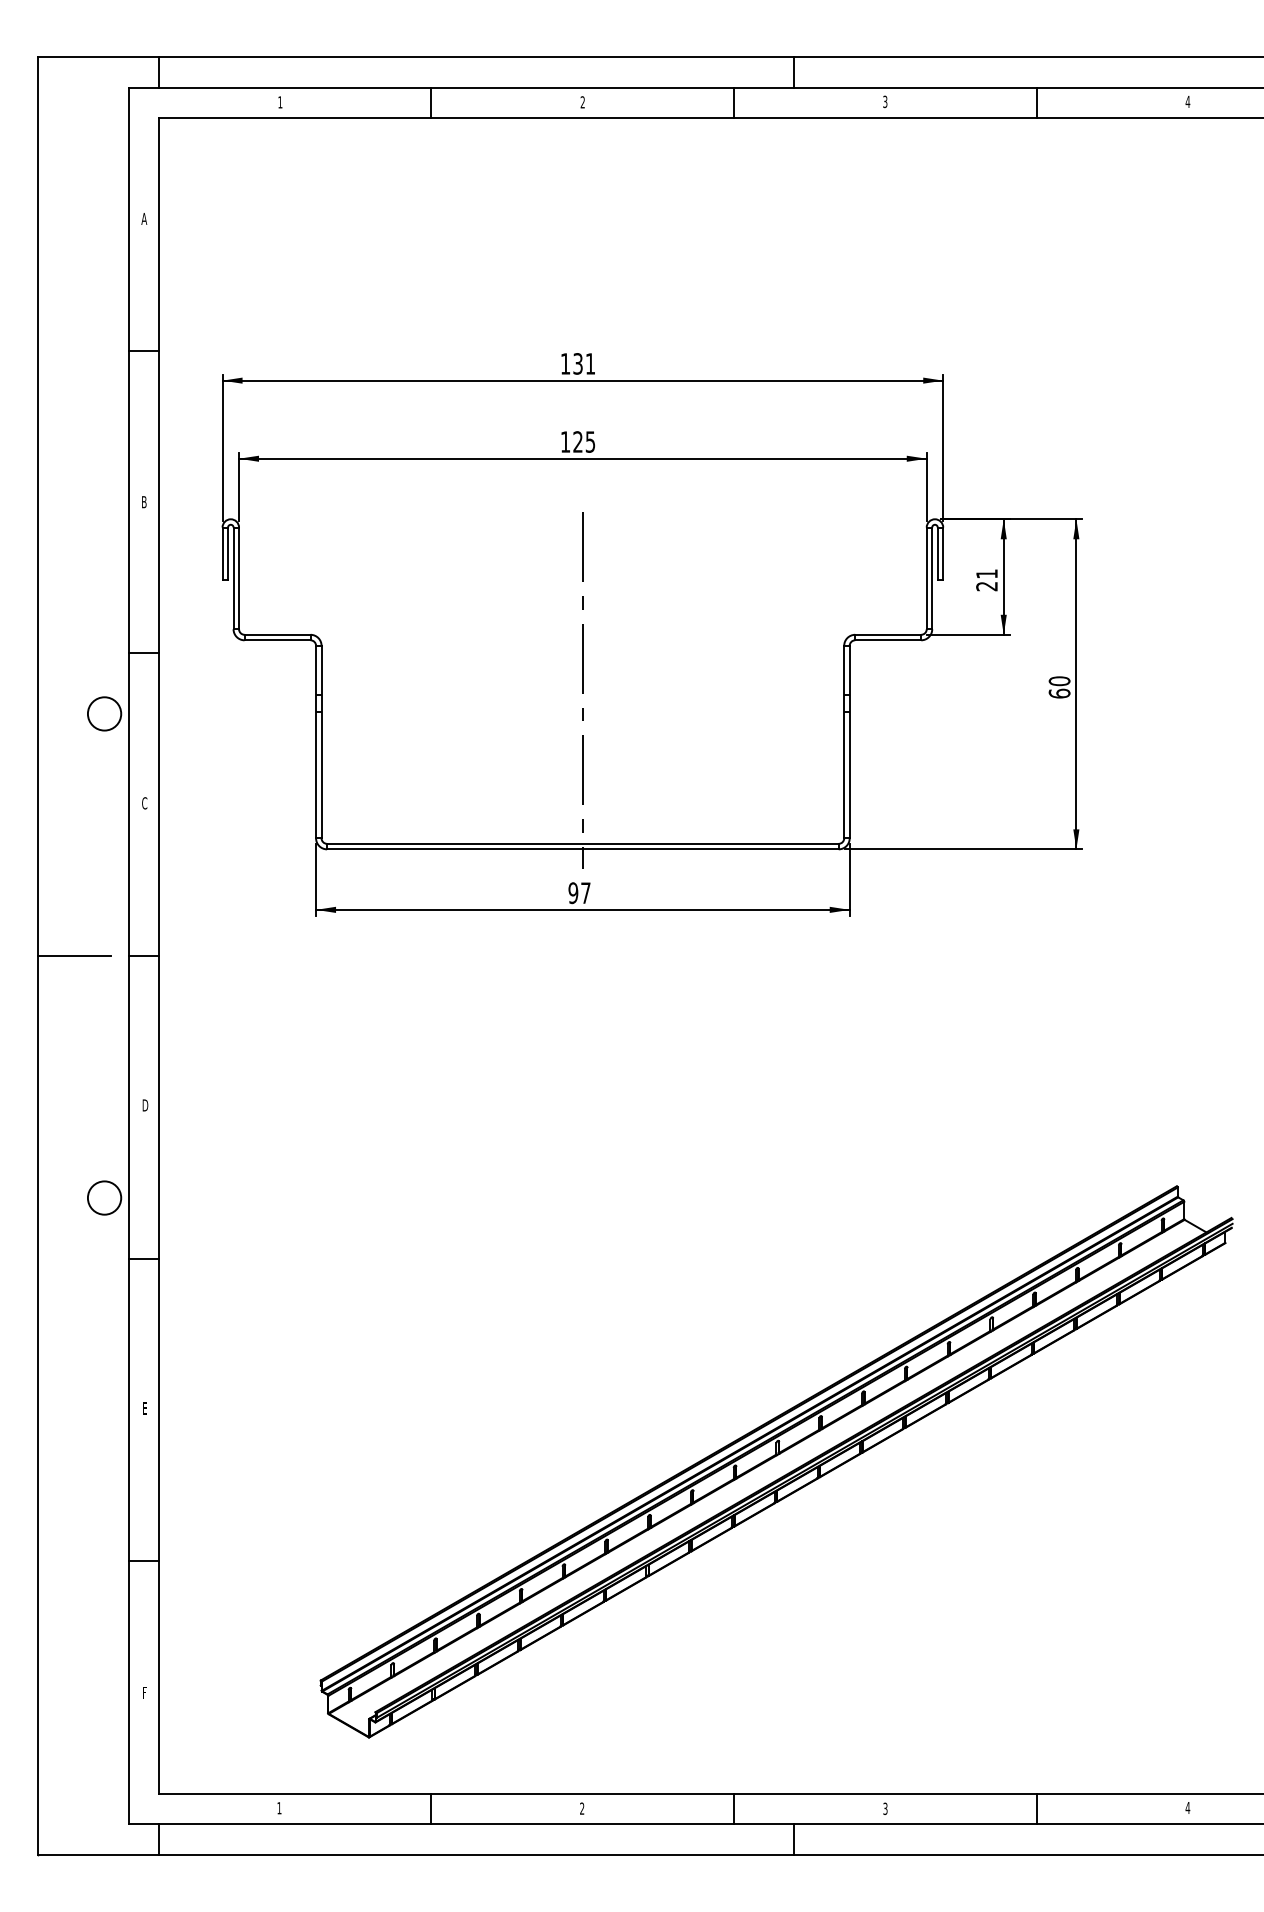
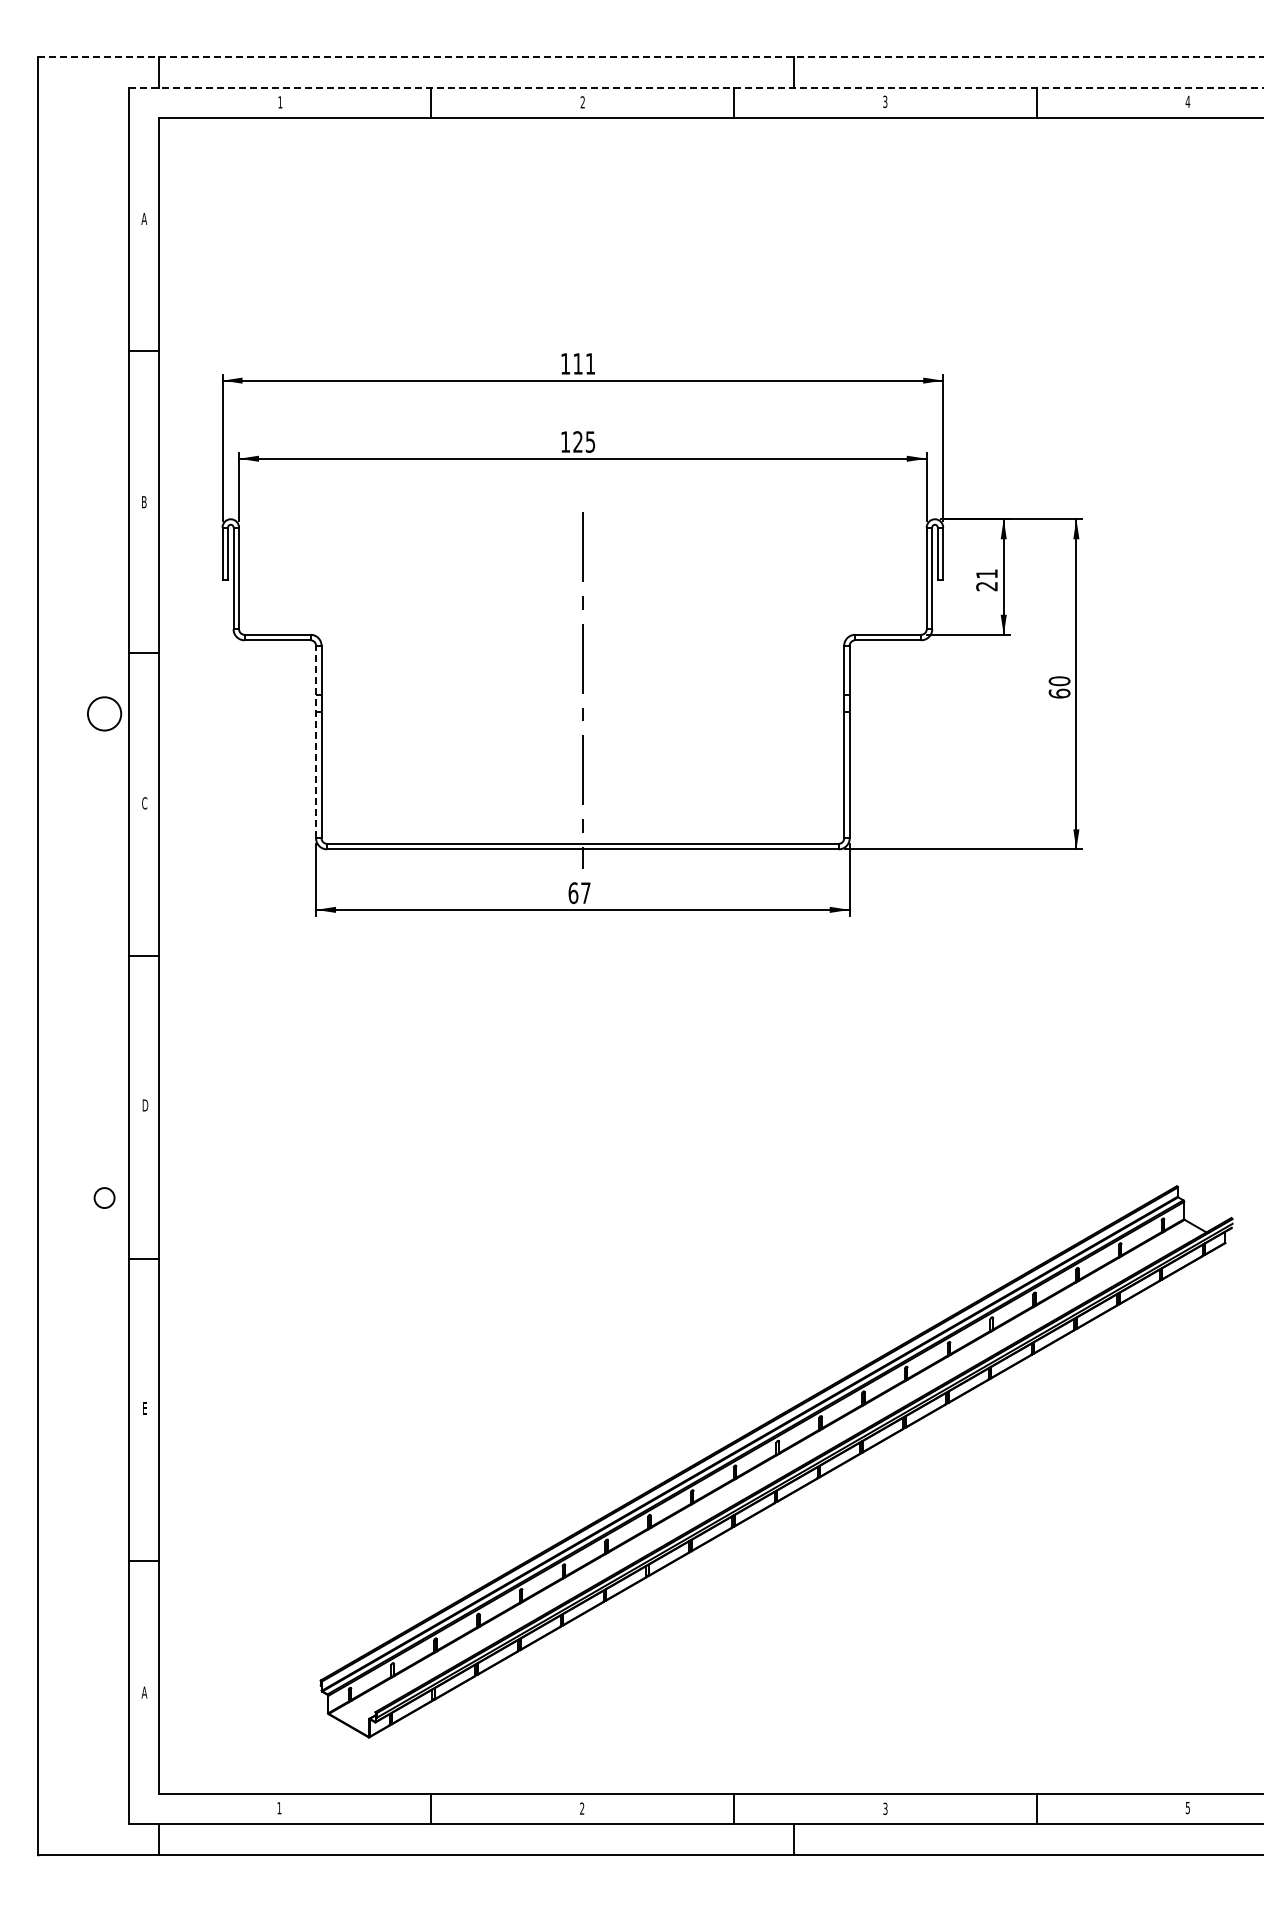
line at (650, 57): solid -> dashed
line at (696, 87): solid -> dashed
text at (577, 363): 131 -> 111
line at (316, 741): solid -> dashed
text at (573, 893): 97 -> 67
line at (74, 956): present -> none
circle at (104, 1197) diameter: 33 px -> 20 px
text at (144, 1692): F -> A
text at (1187, 1808): 4 -> 5
